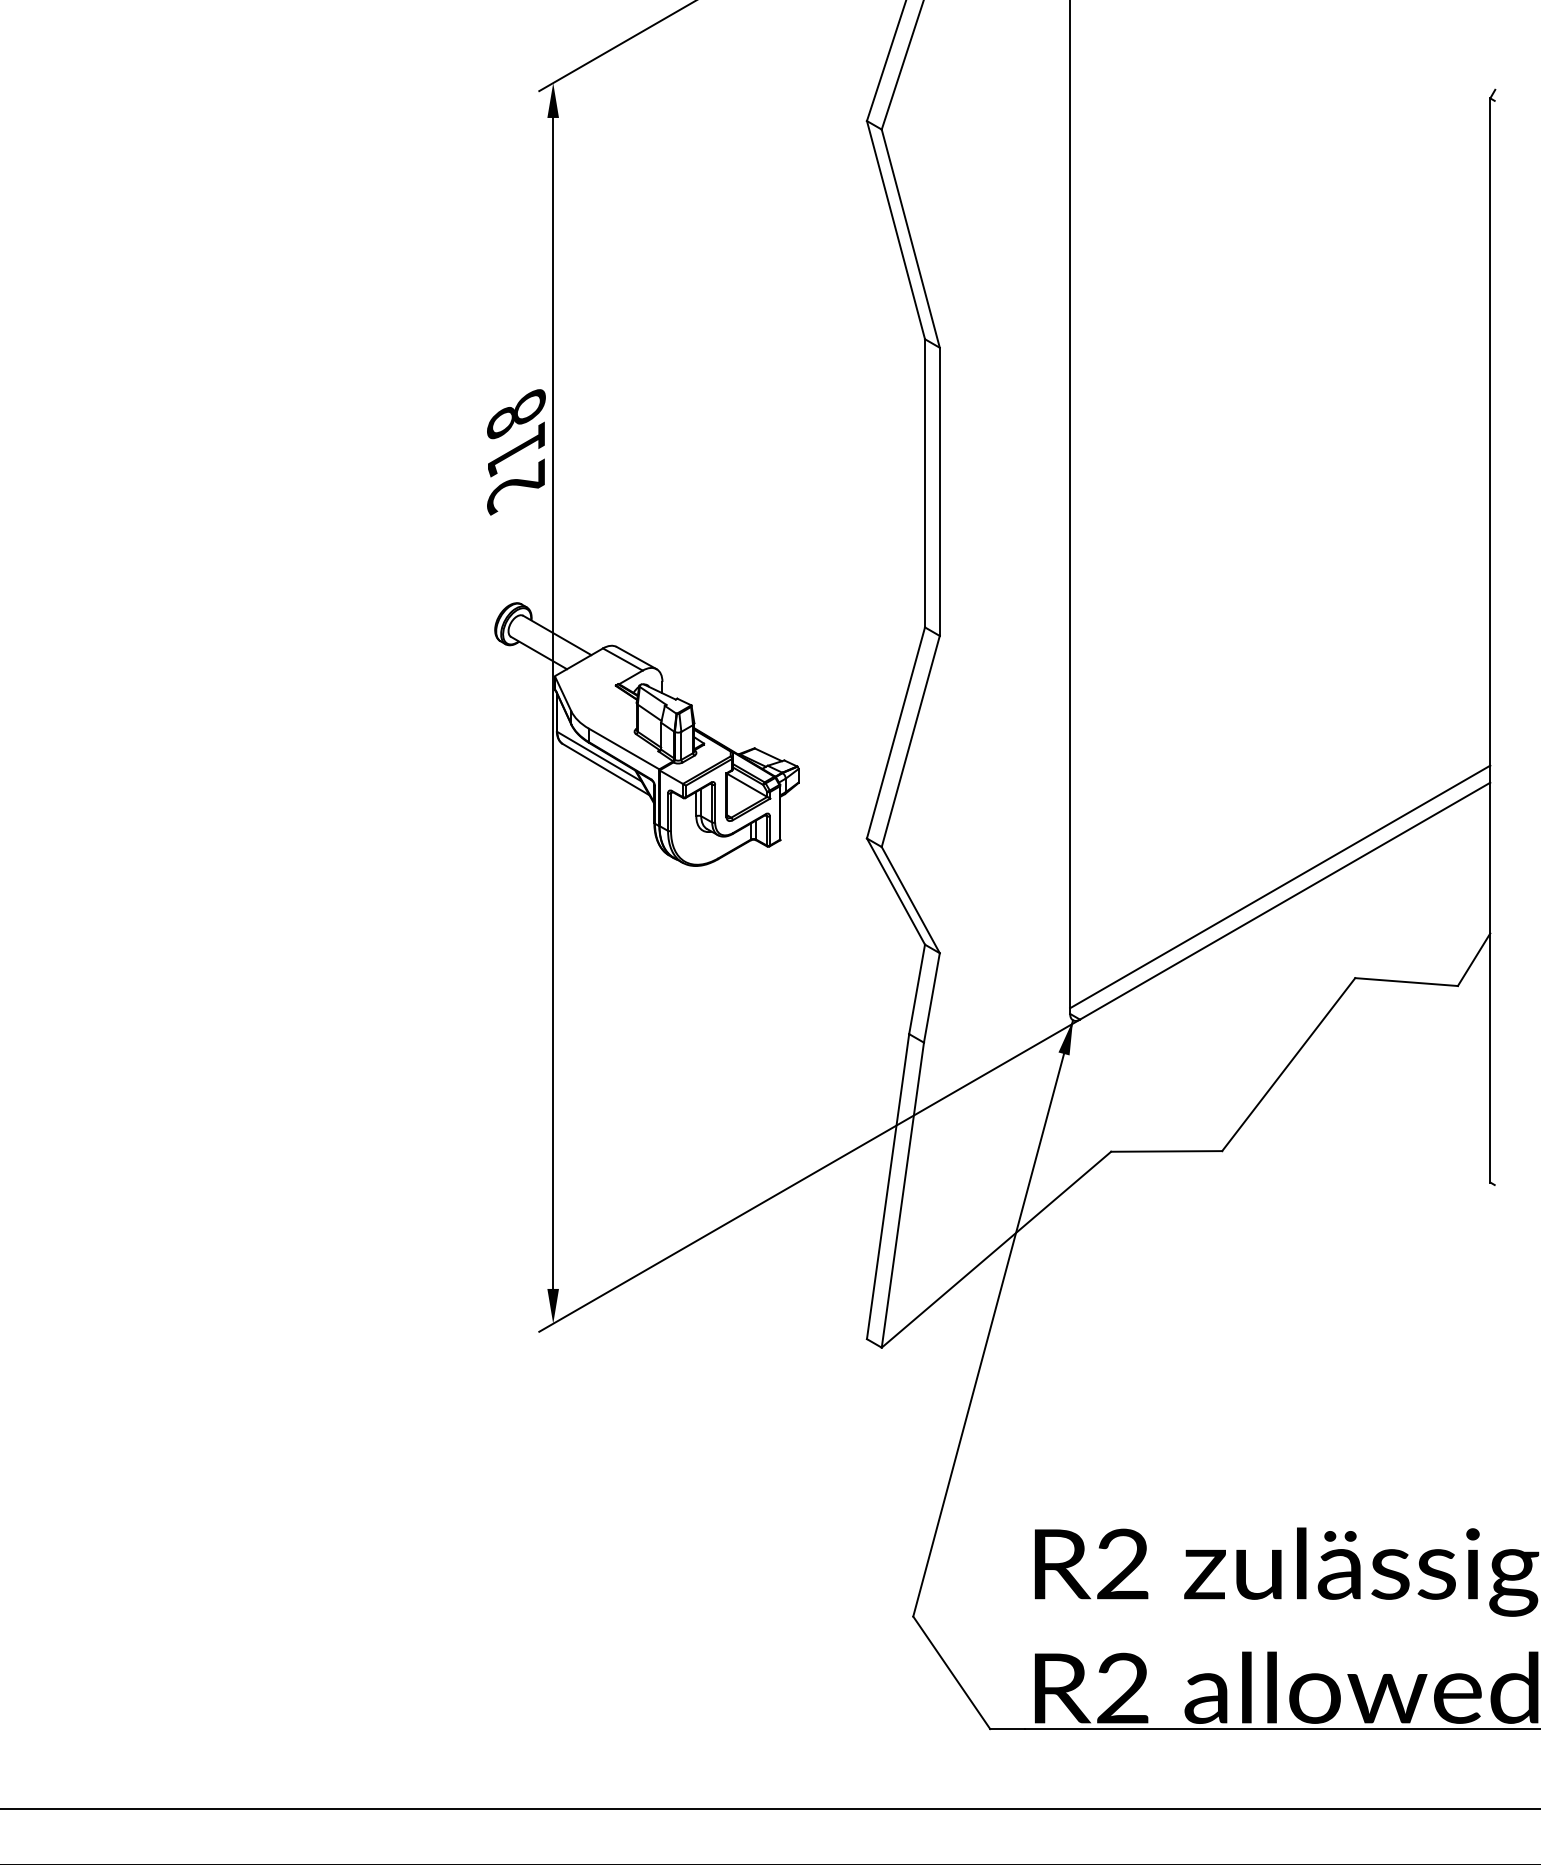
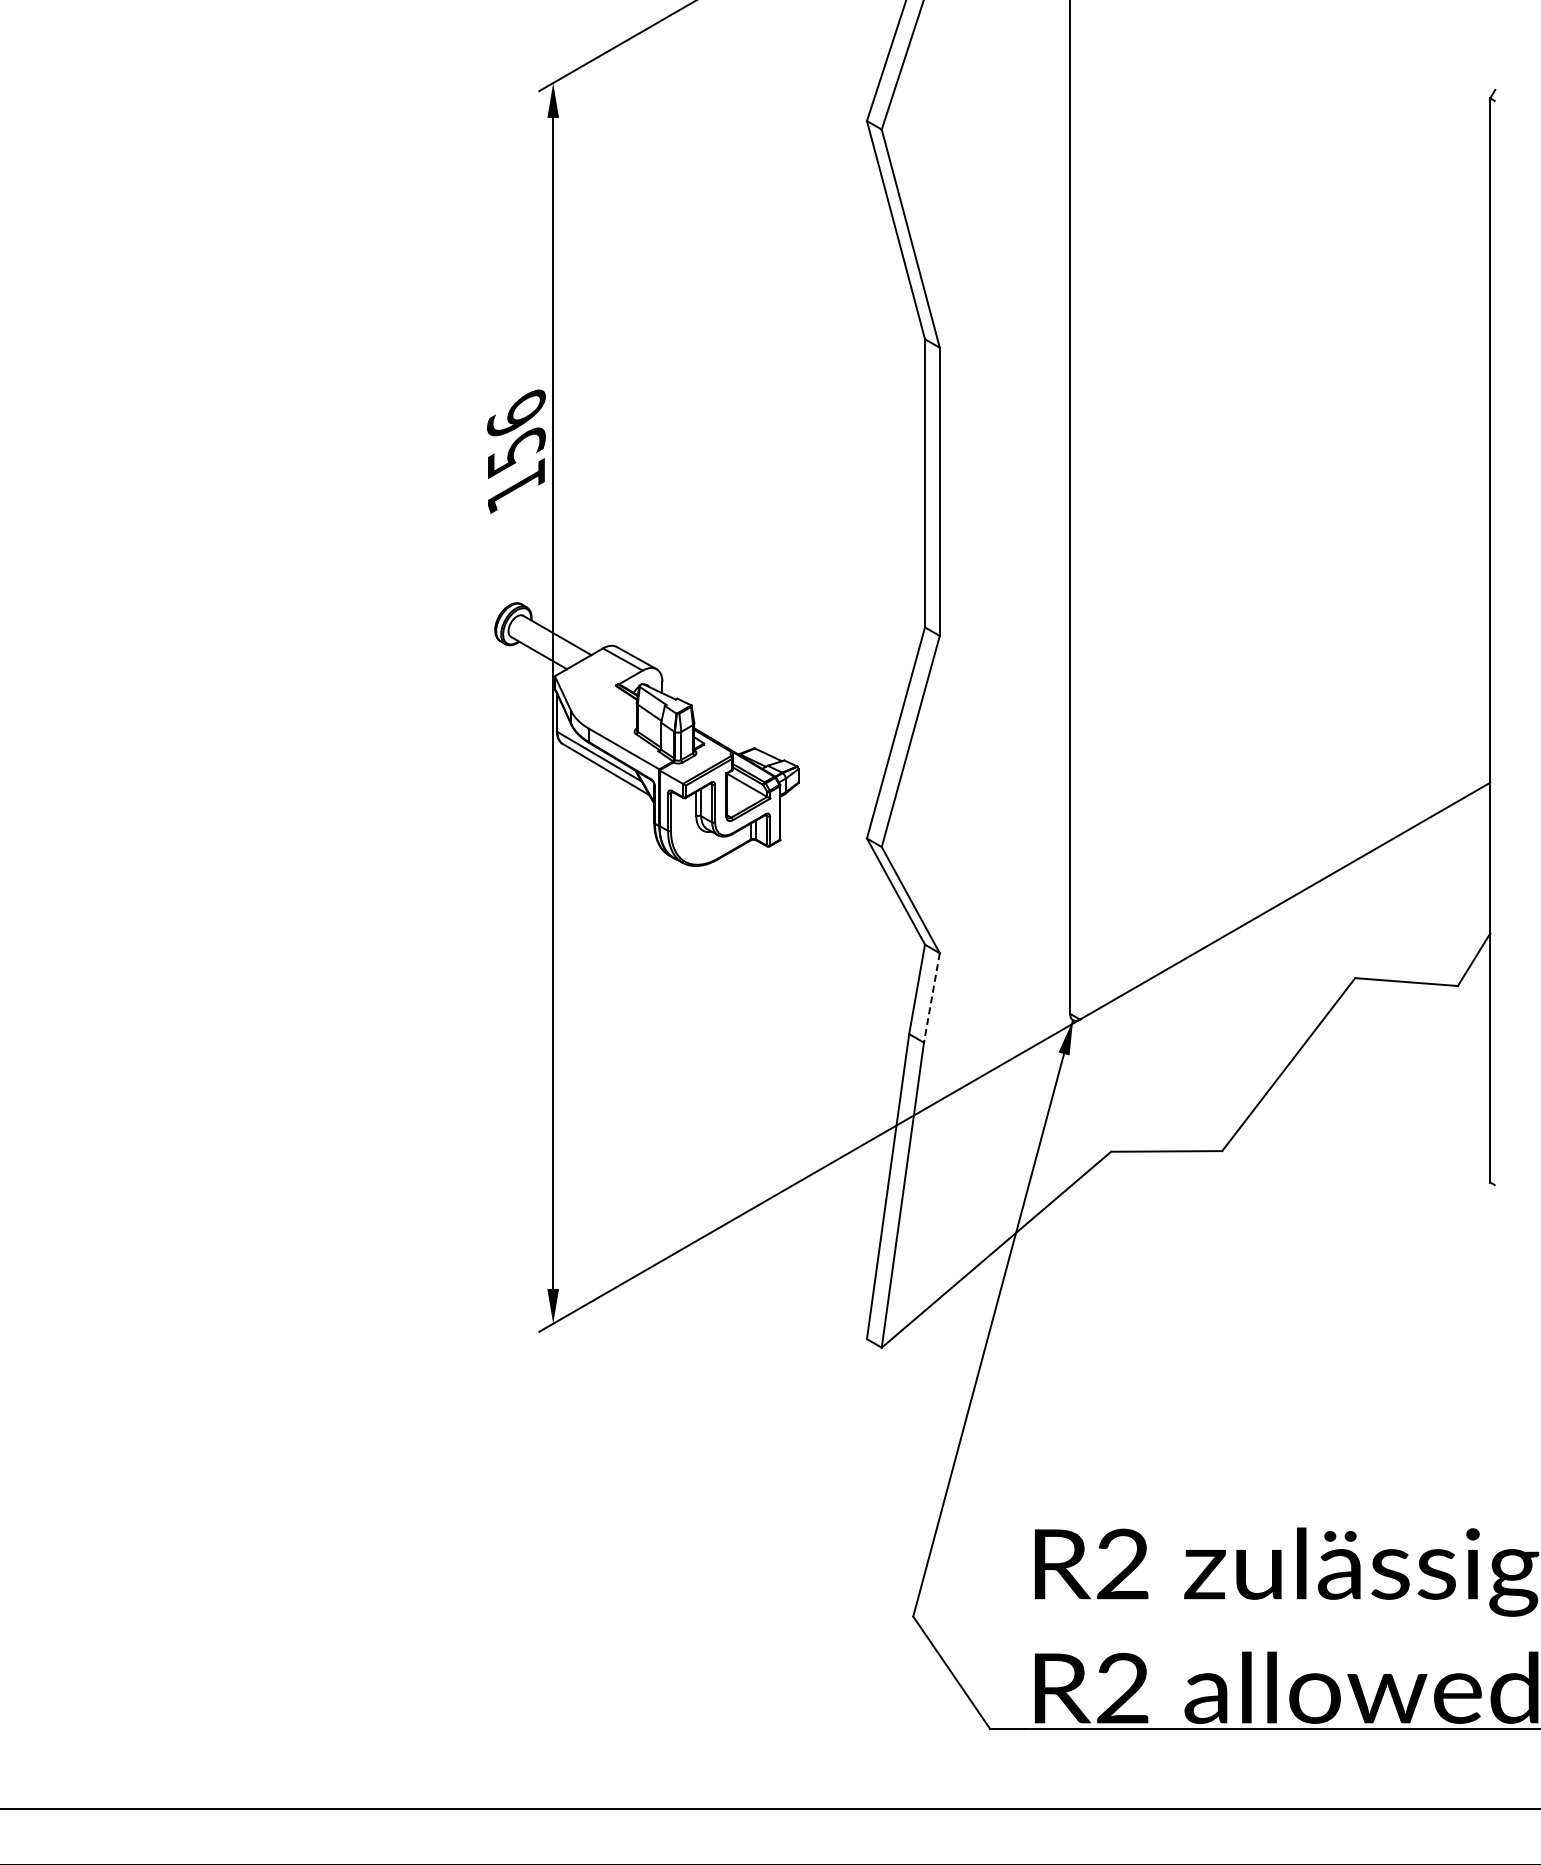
text at (516, 452): 218 -> 156
line at (1280, 886): present -> none
line at (931, 998): solid -> dashed
